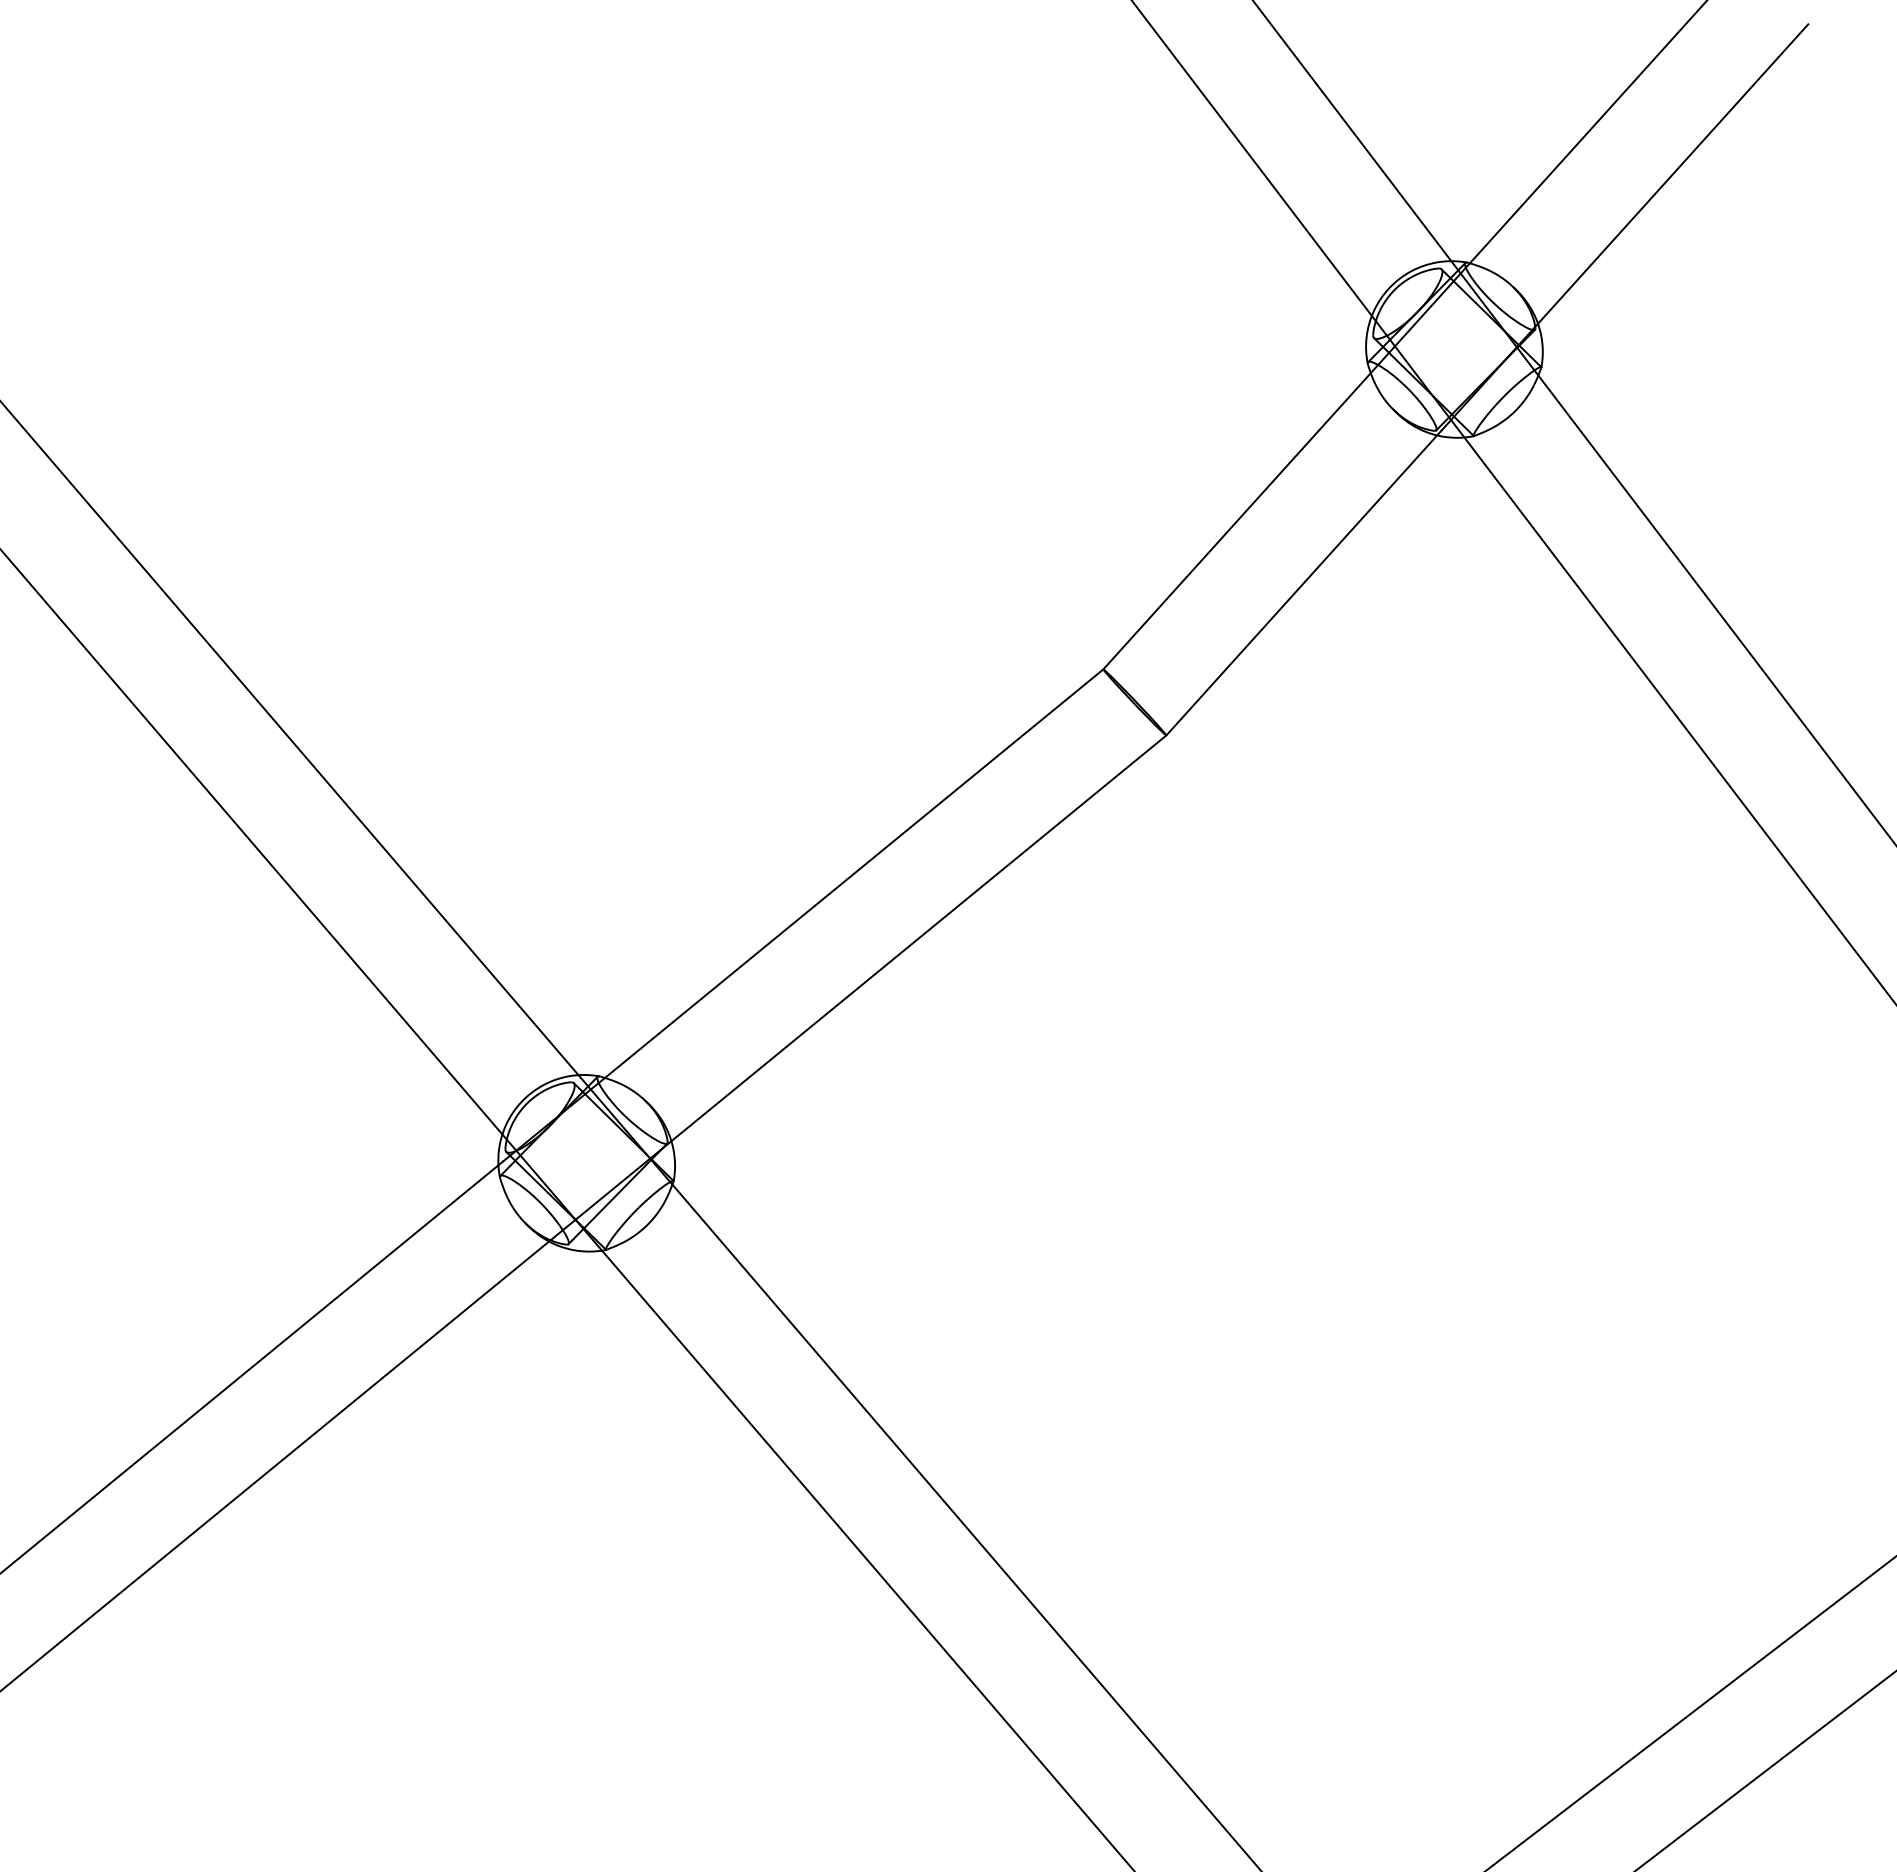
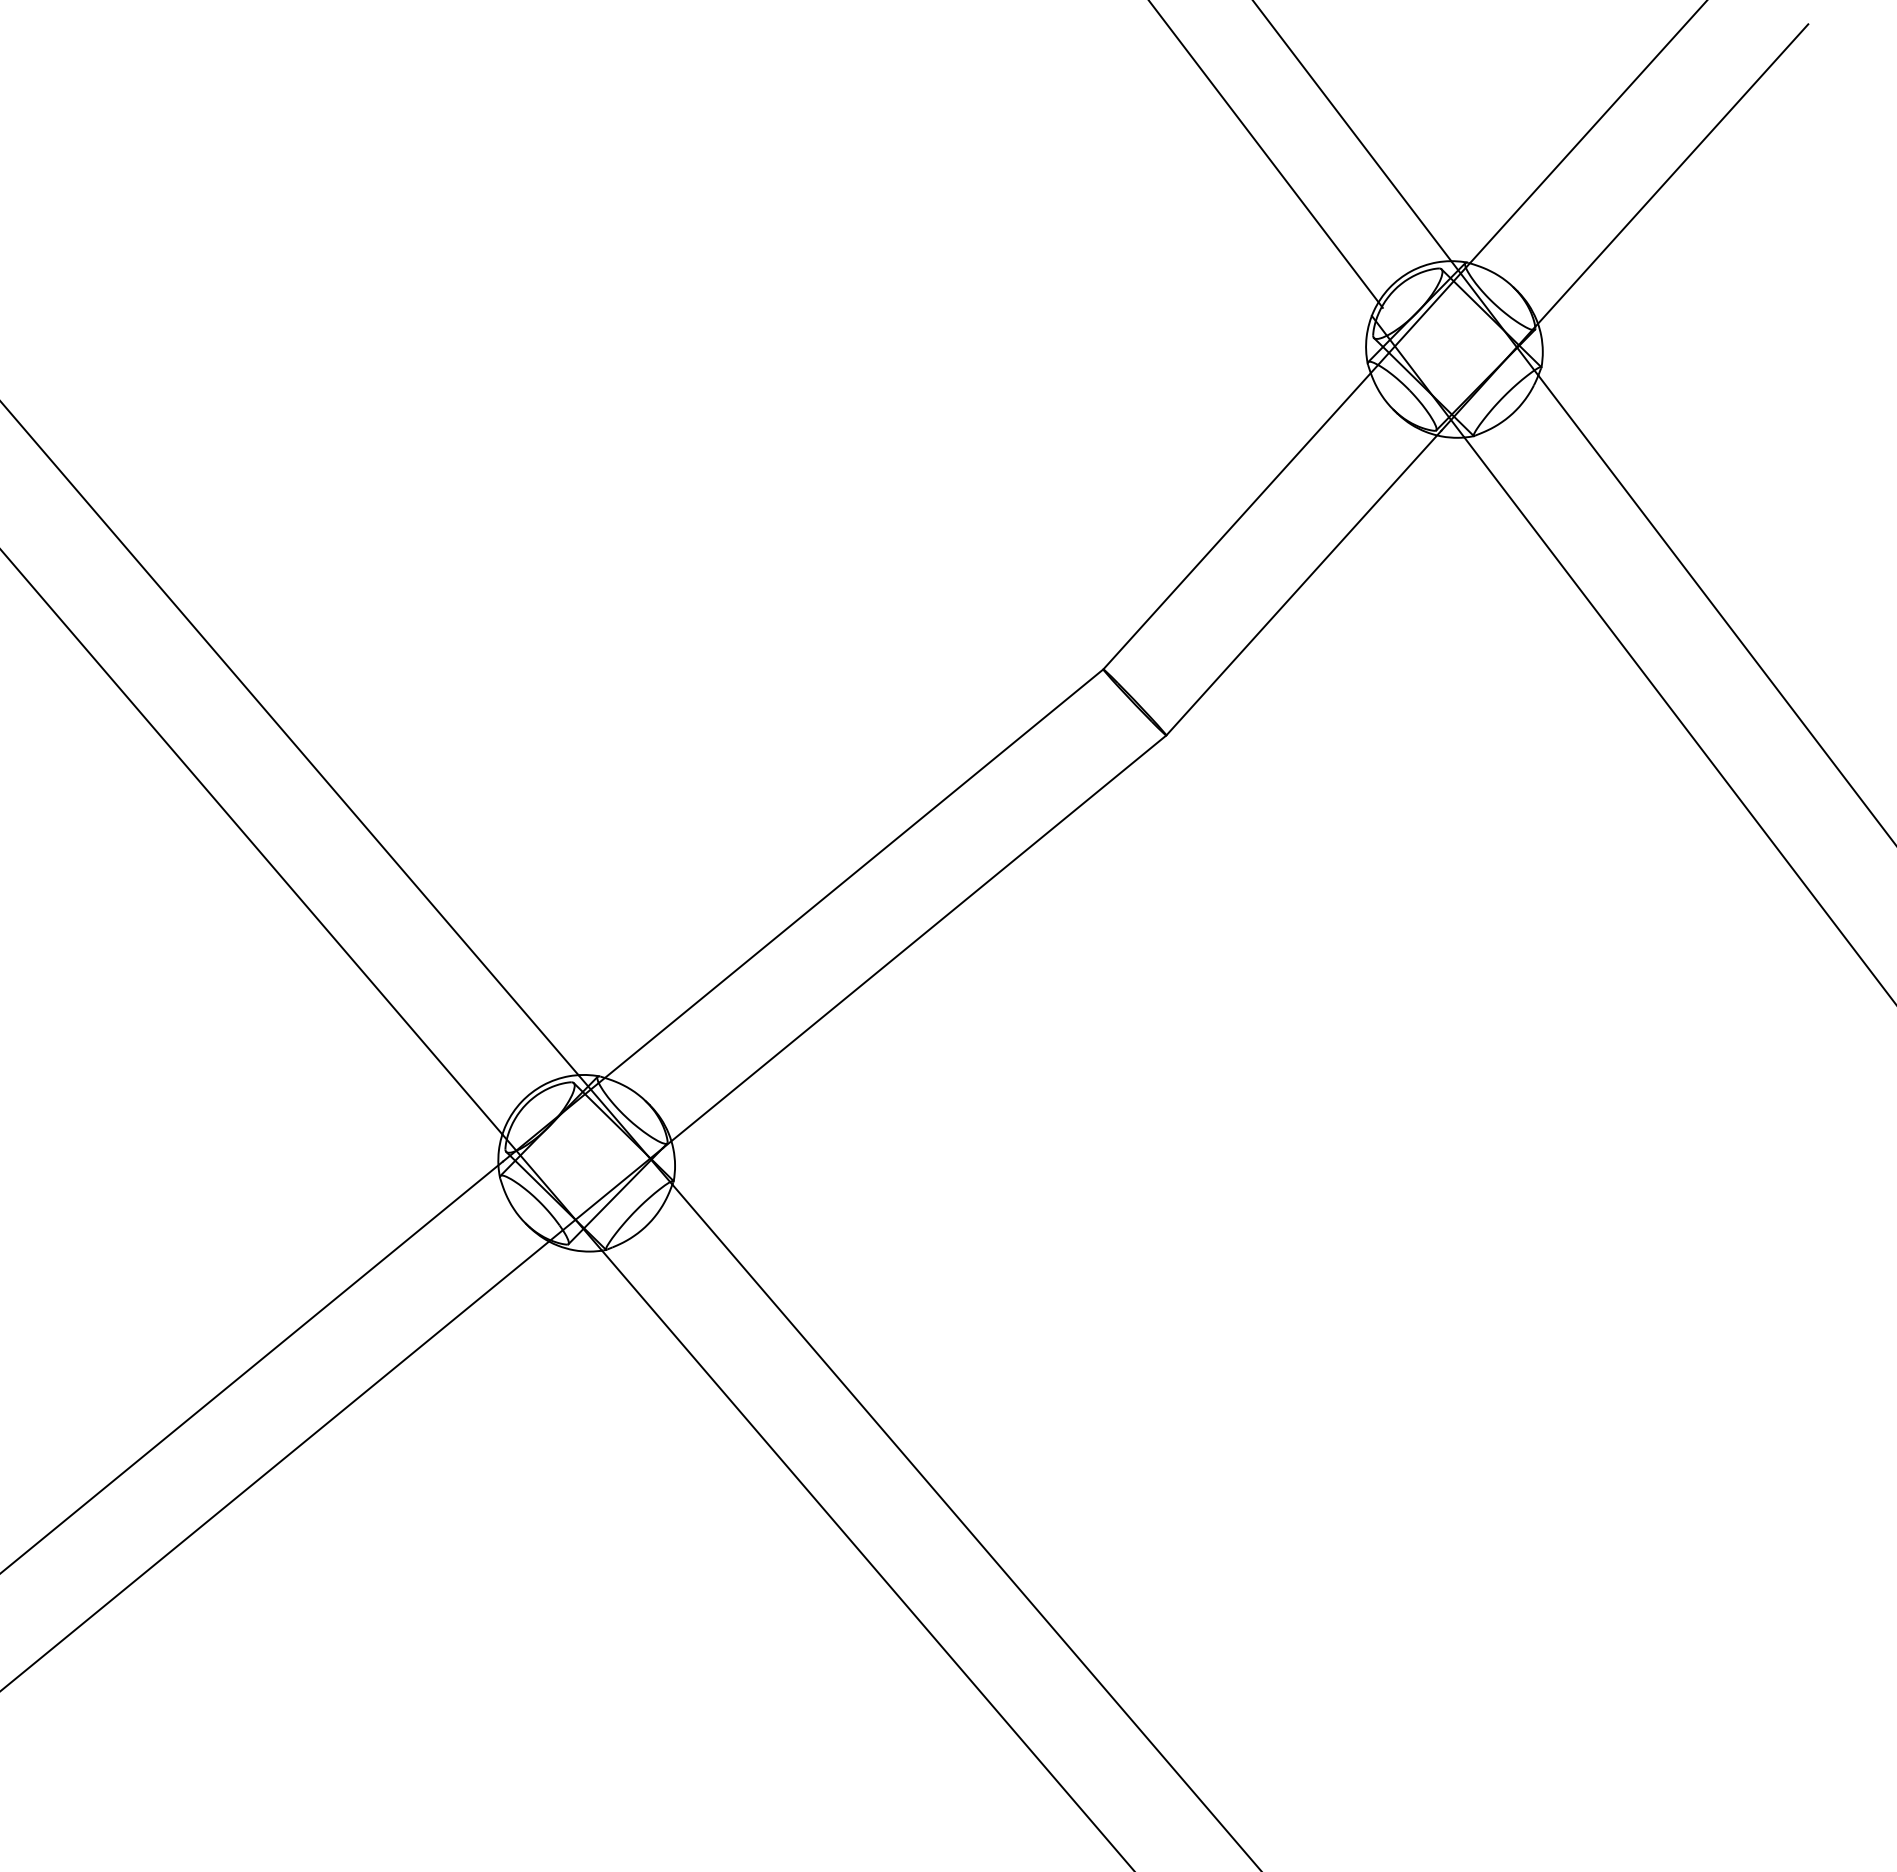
line at (1252, 158) position: (1252, 158) -> (1266, 154)
line at (1690, 1713): present -> none
line at (1765, 1770): present -> none
